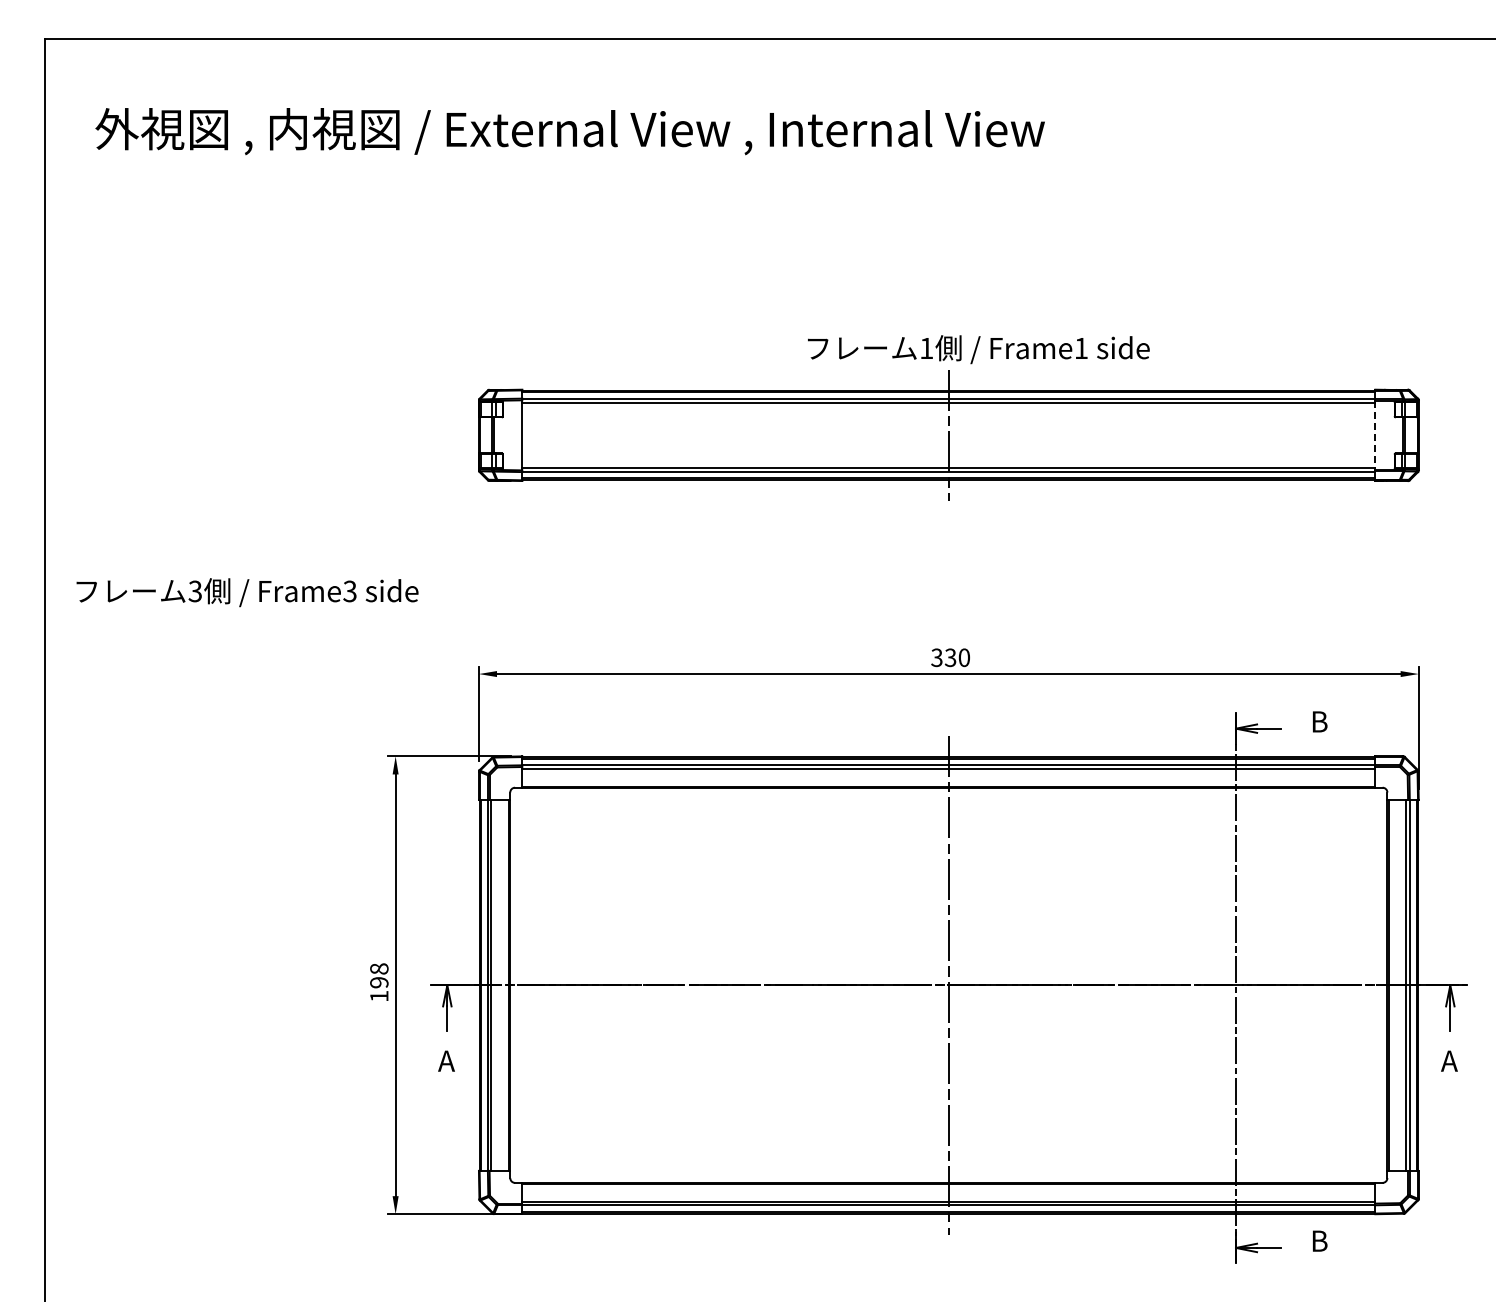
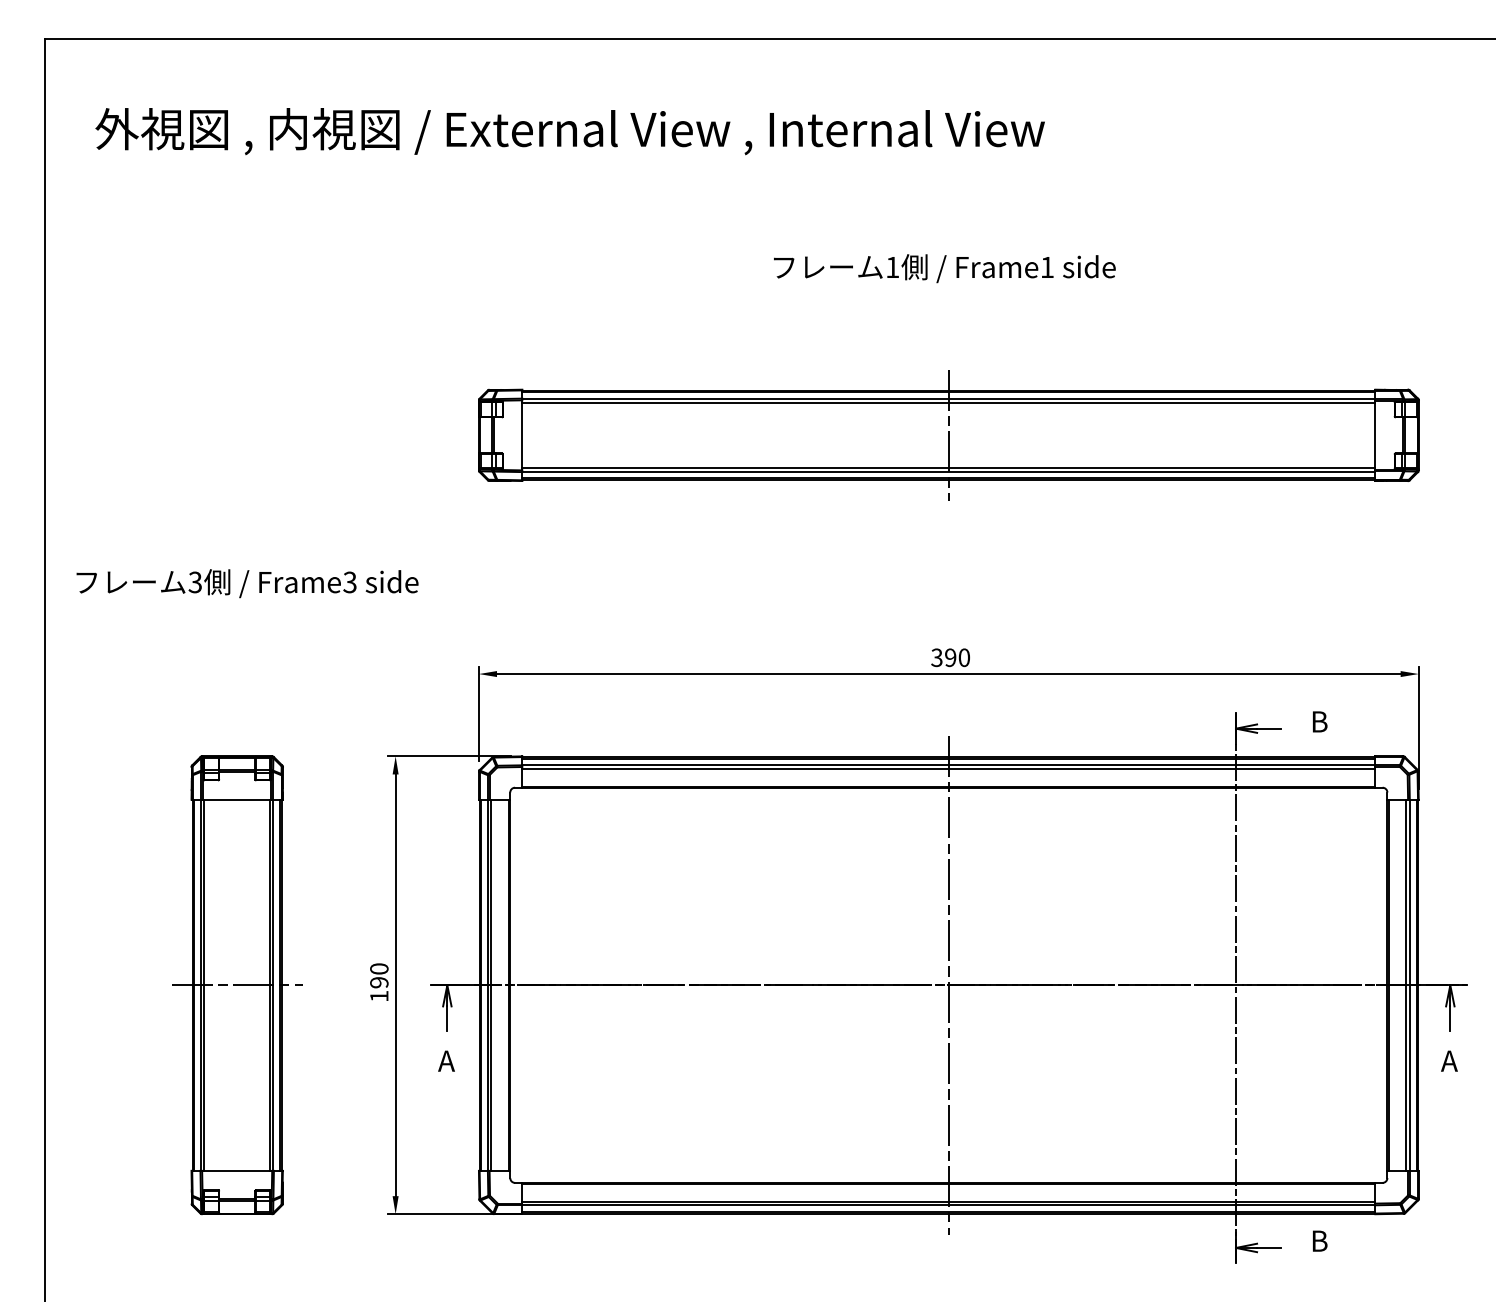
text at (978, 349) position: (978, 349) -> (944, 268)
line at (1375, 435): dashed -> solid
text at (247, 592) position: (247, 592) -> (247, 583)
text at (950, 657): 330 -> 390
text at (379, 968): 198 -> 190
part at (237, 985): none -> present
